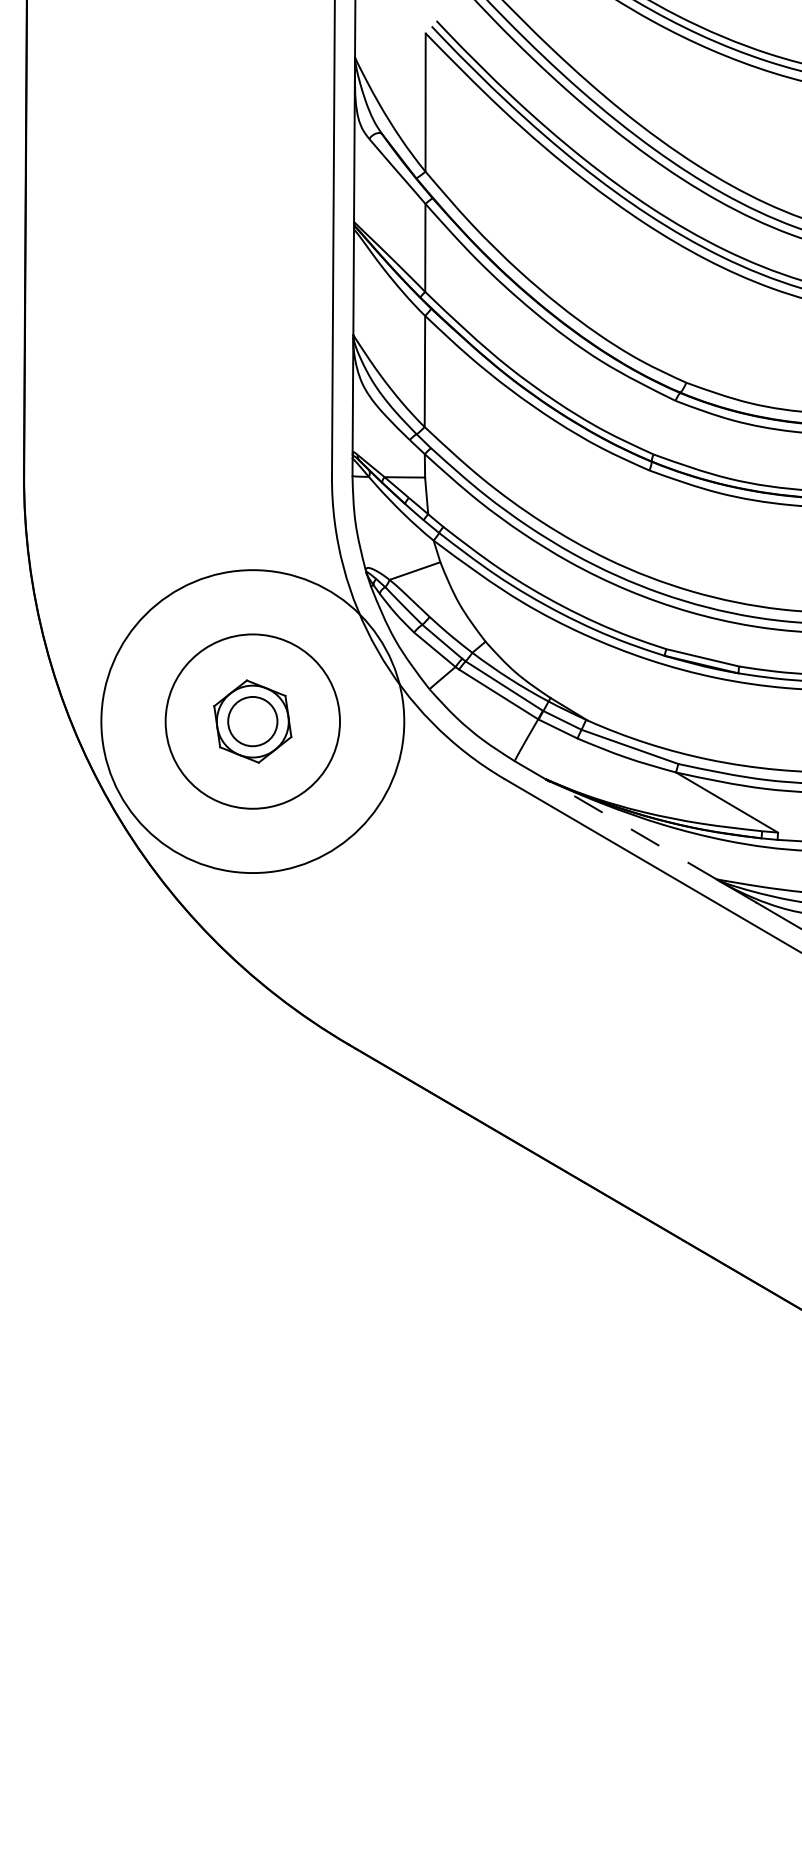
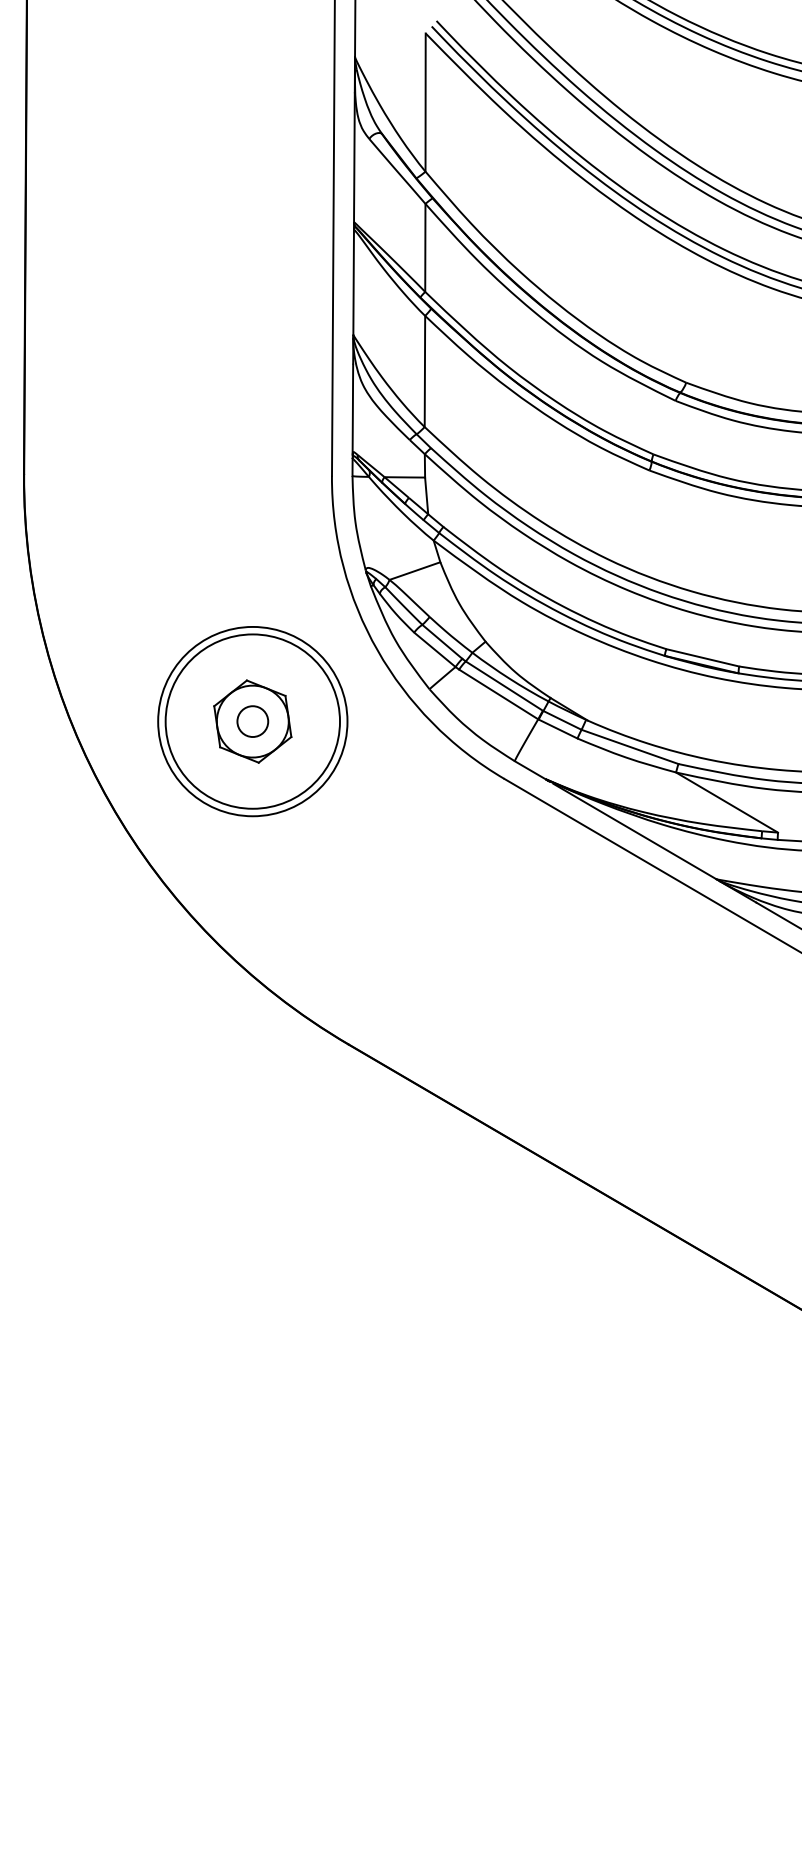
circle at (252, 721) diameter: 303 px -> 189 px
circle at (252, 721) diameter: 49 px -> 31 px
line at (634, 831): dashed -> solid
